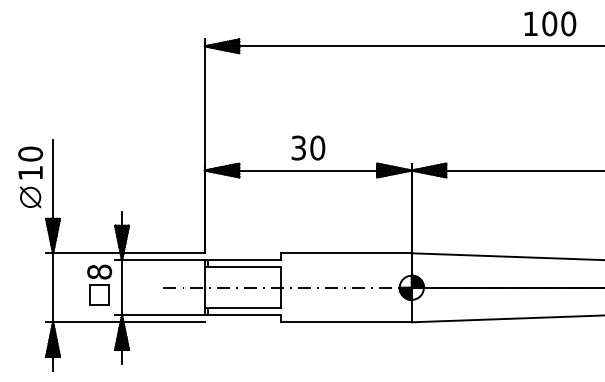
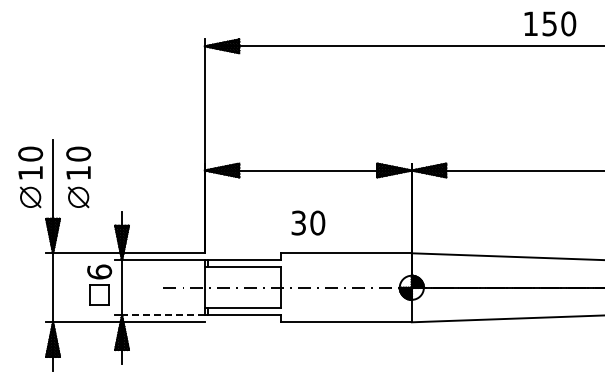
text at (549, 23): 100 -> 150
text at (308, 147) position: (308, 147) -> (308, 222)
part at (78, 177): none -> present
text at (99, 271): 8 -> 6
line at (162, 315): solid -> dashed
